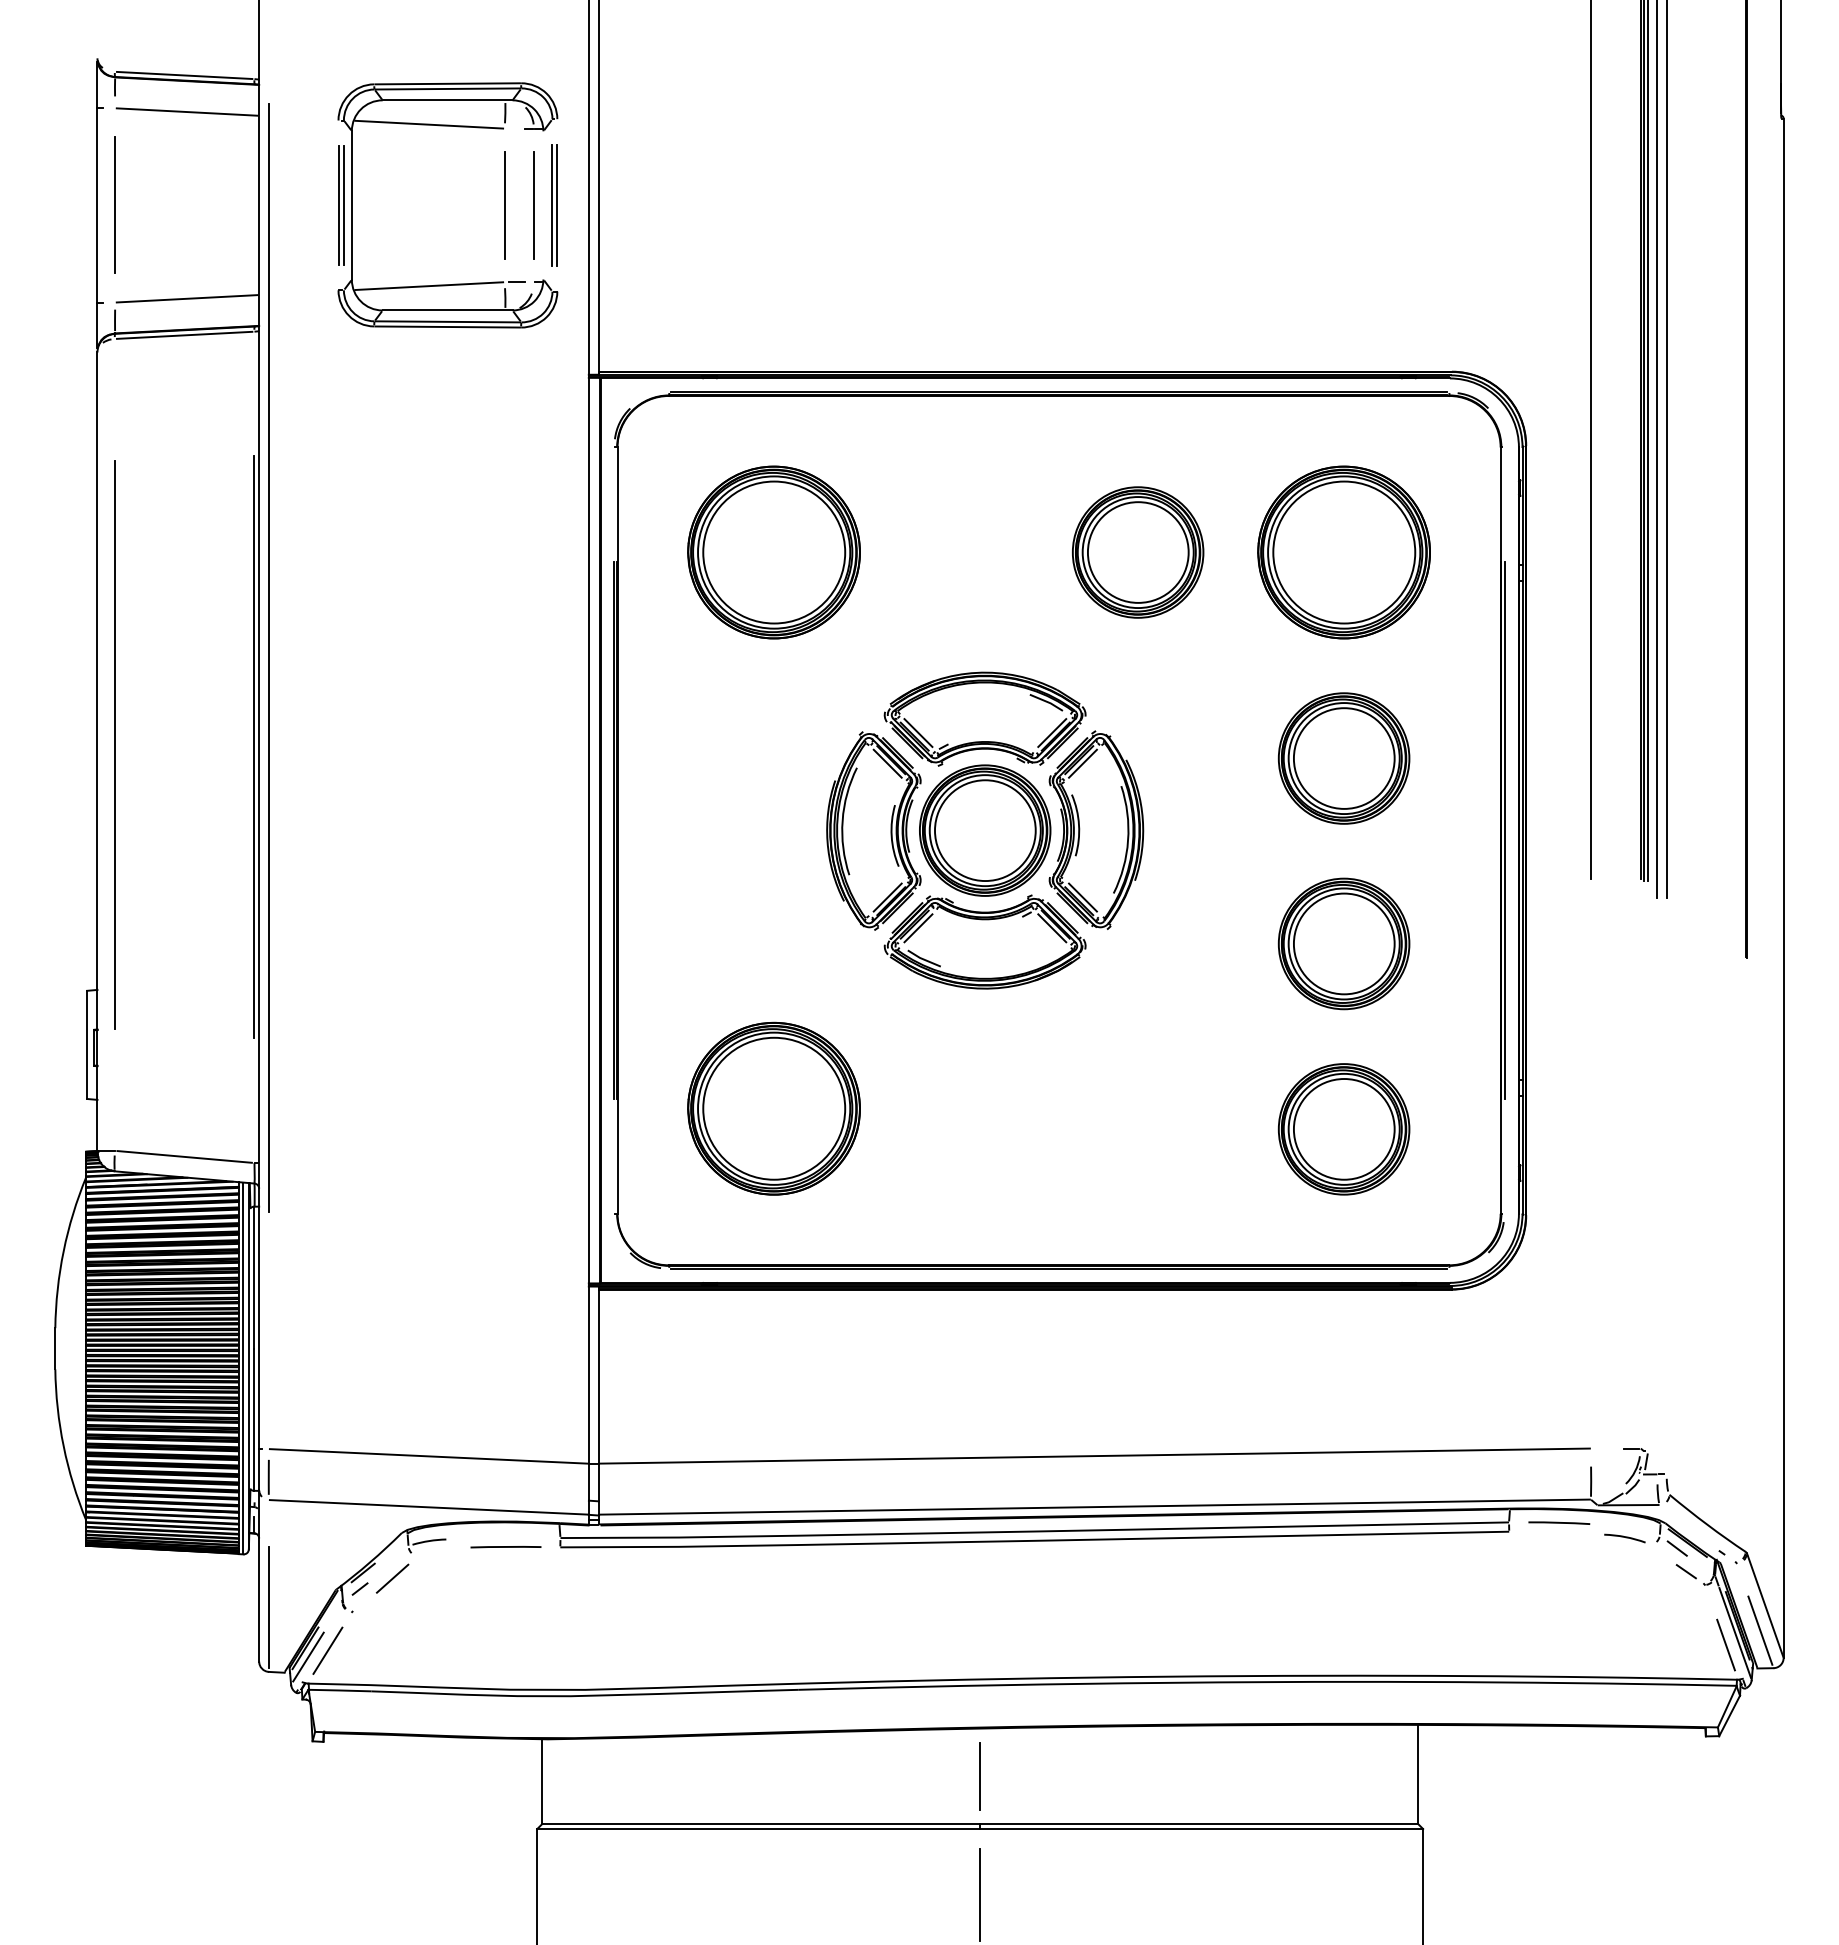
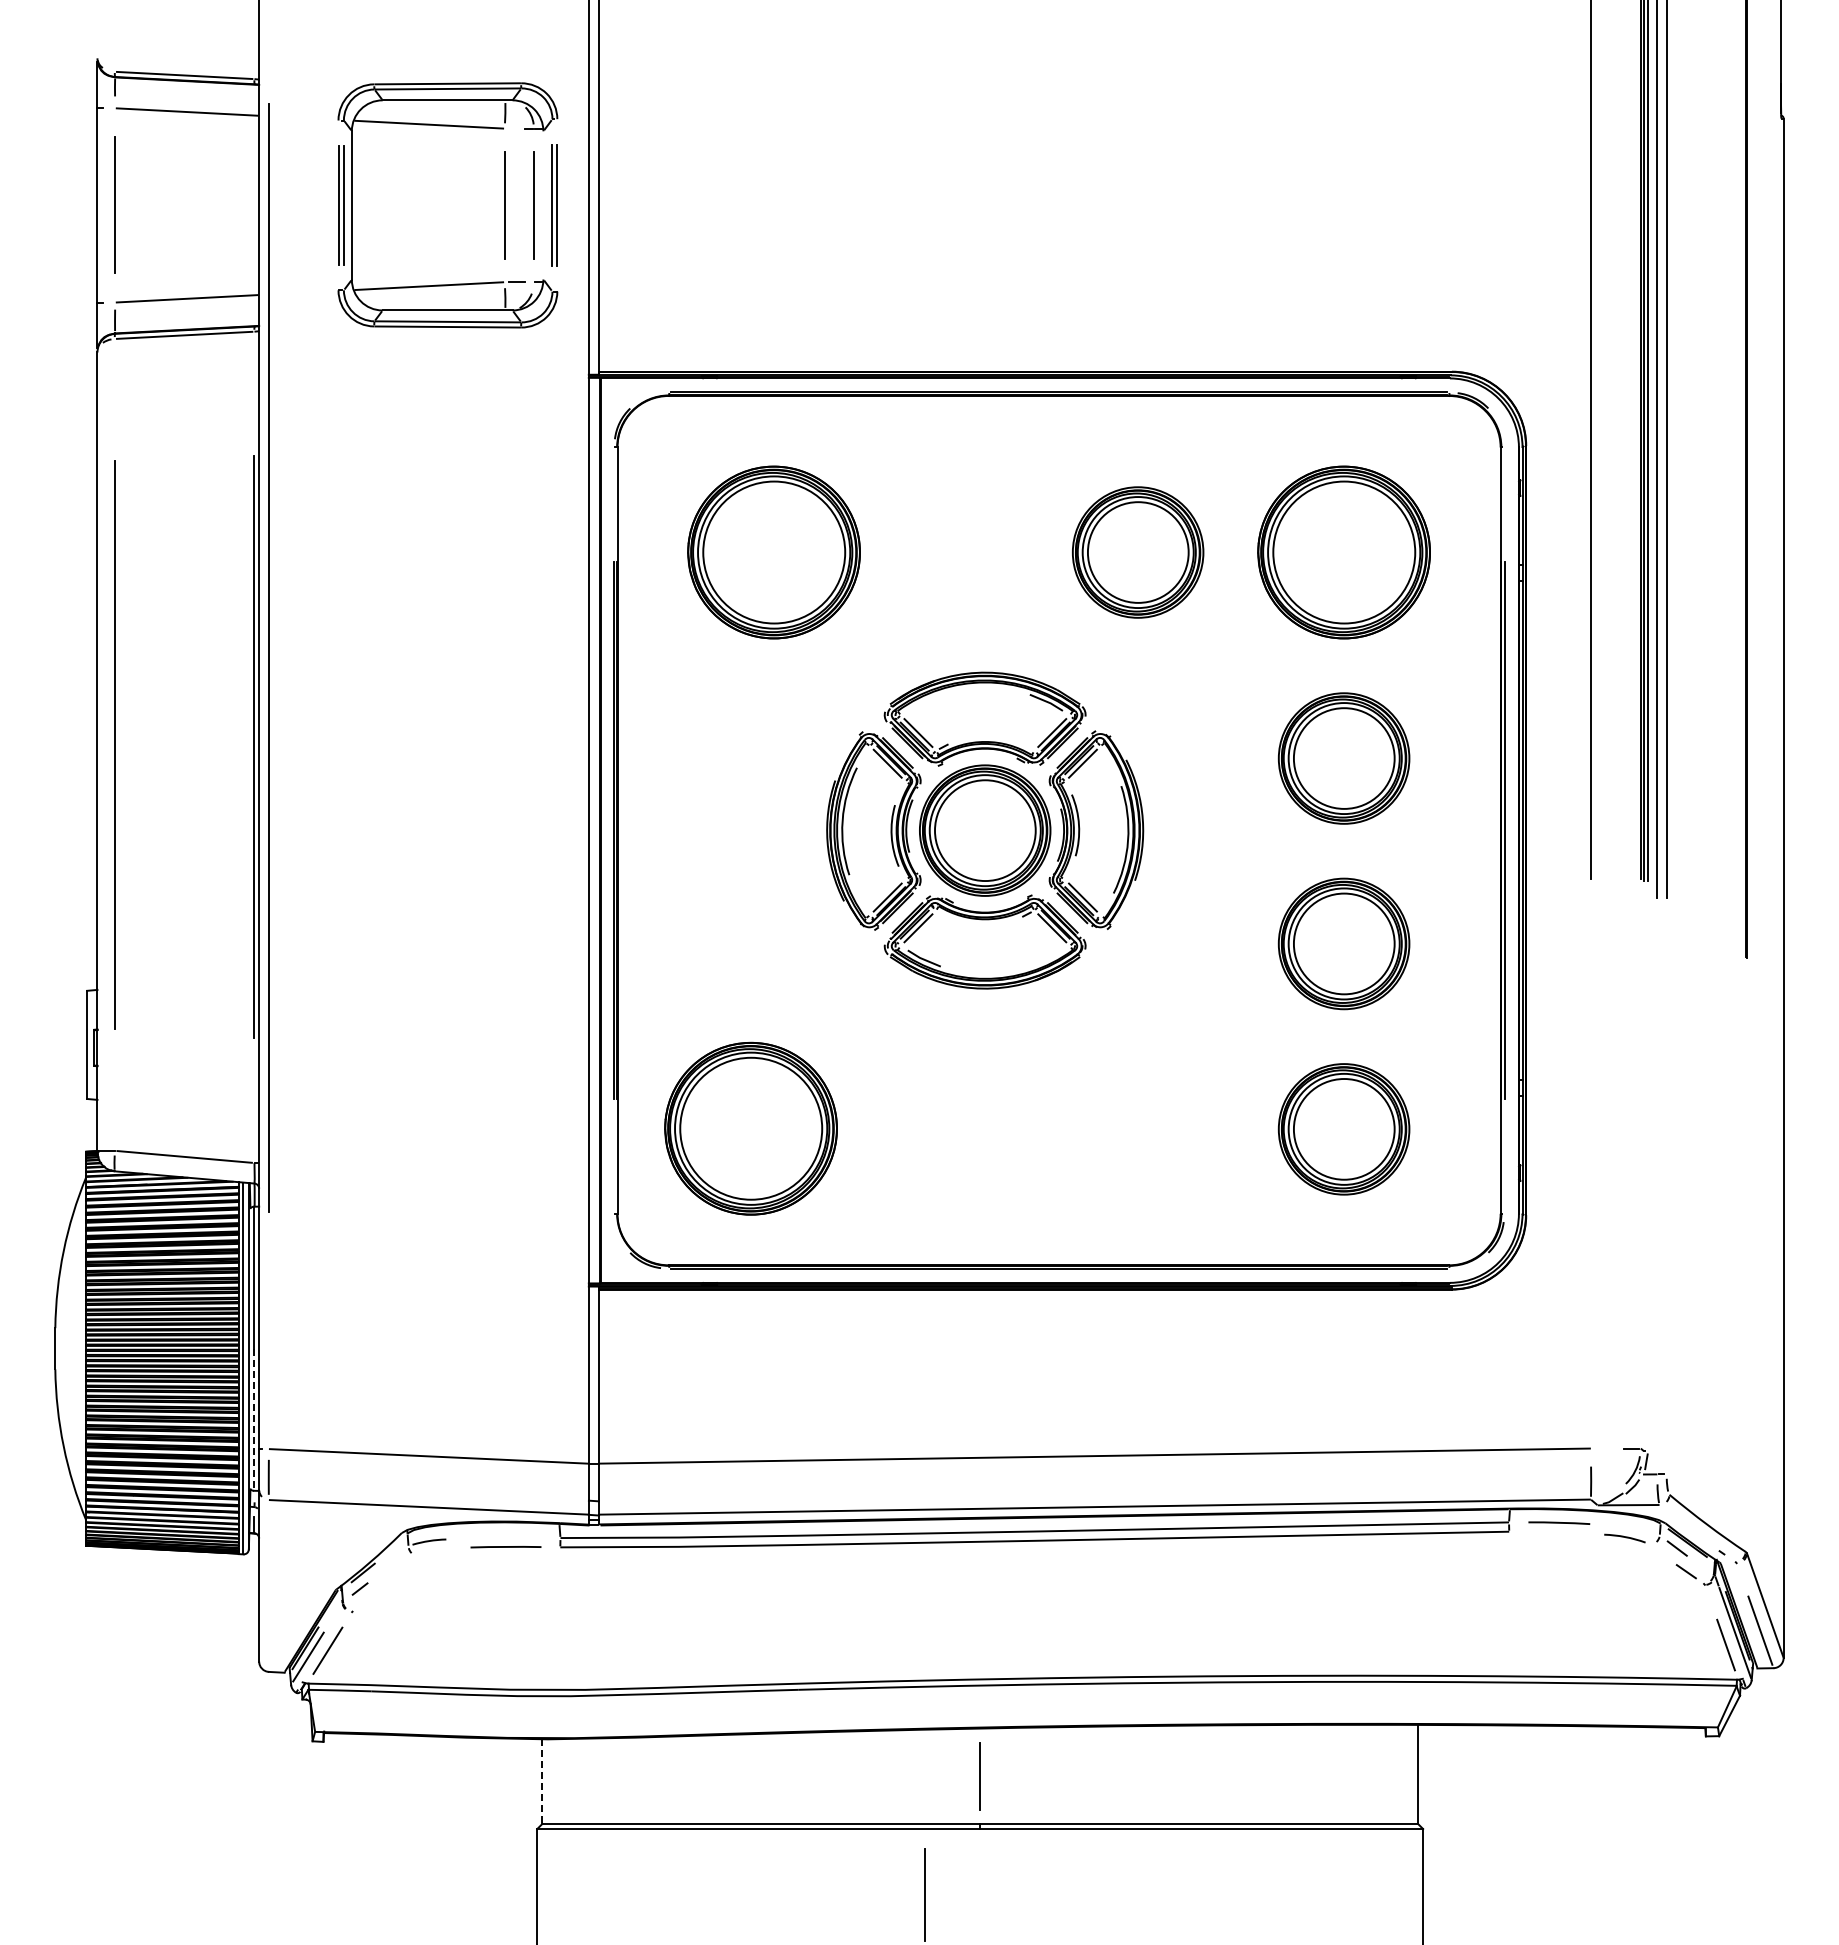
part at (773, 1108) position: (773, 1108) -> (750, 1128)
line at (253, 1420): solid -> dashed
line at (392, 1578): present -> none
line at (268, 1607): present -> none
line at (542, 1782): solid -> dashed
line at (979, 1894) position: (979, 1894) -> (924, 1894)
